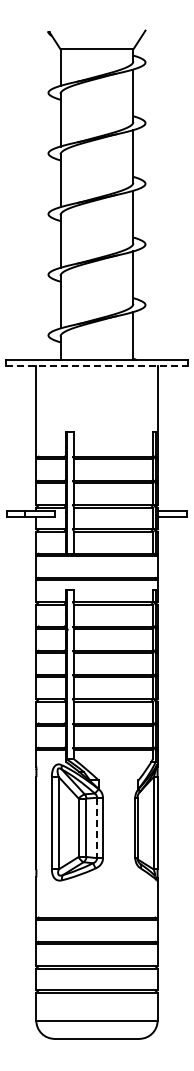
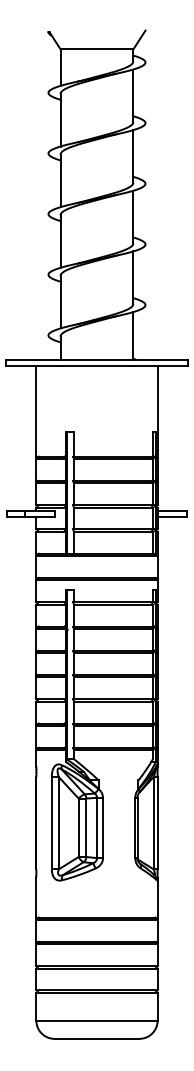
line at (97, 365): dashed -> solid
line at (97, 828): dashed -> solid
